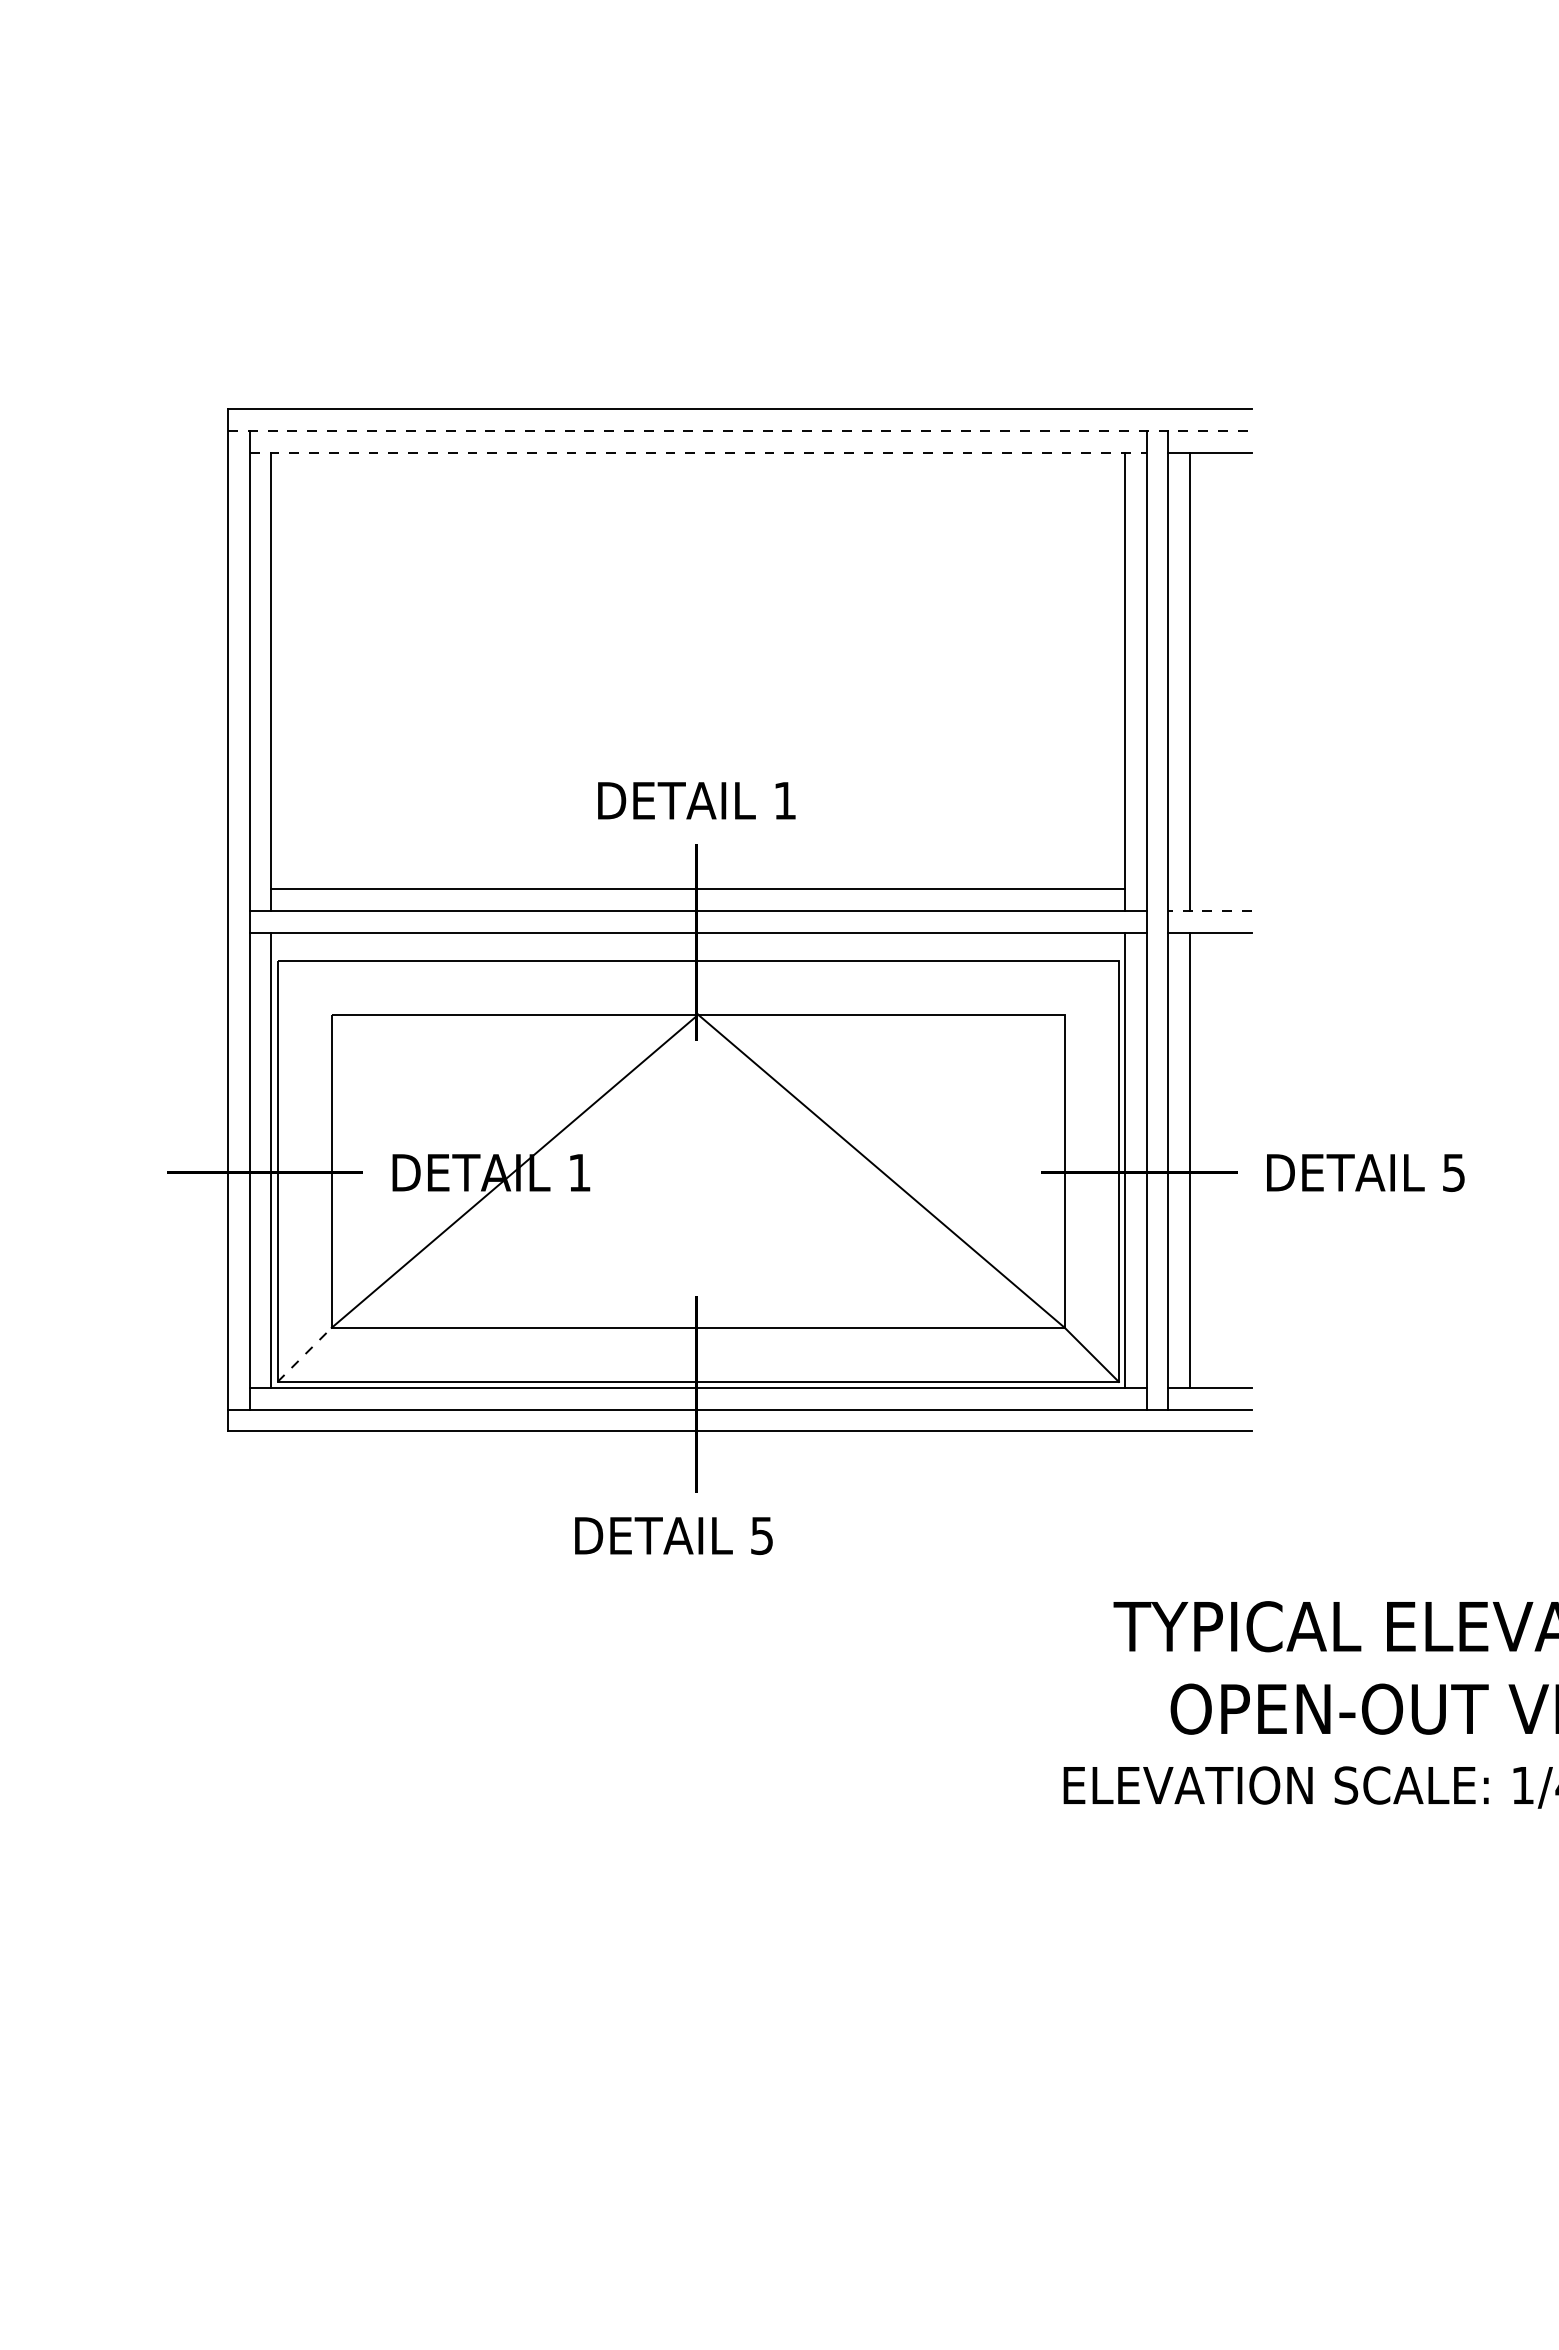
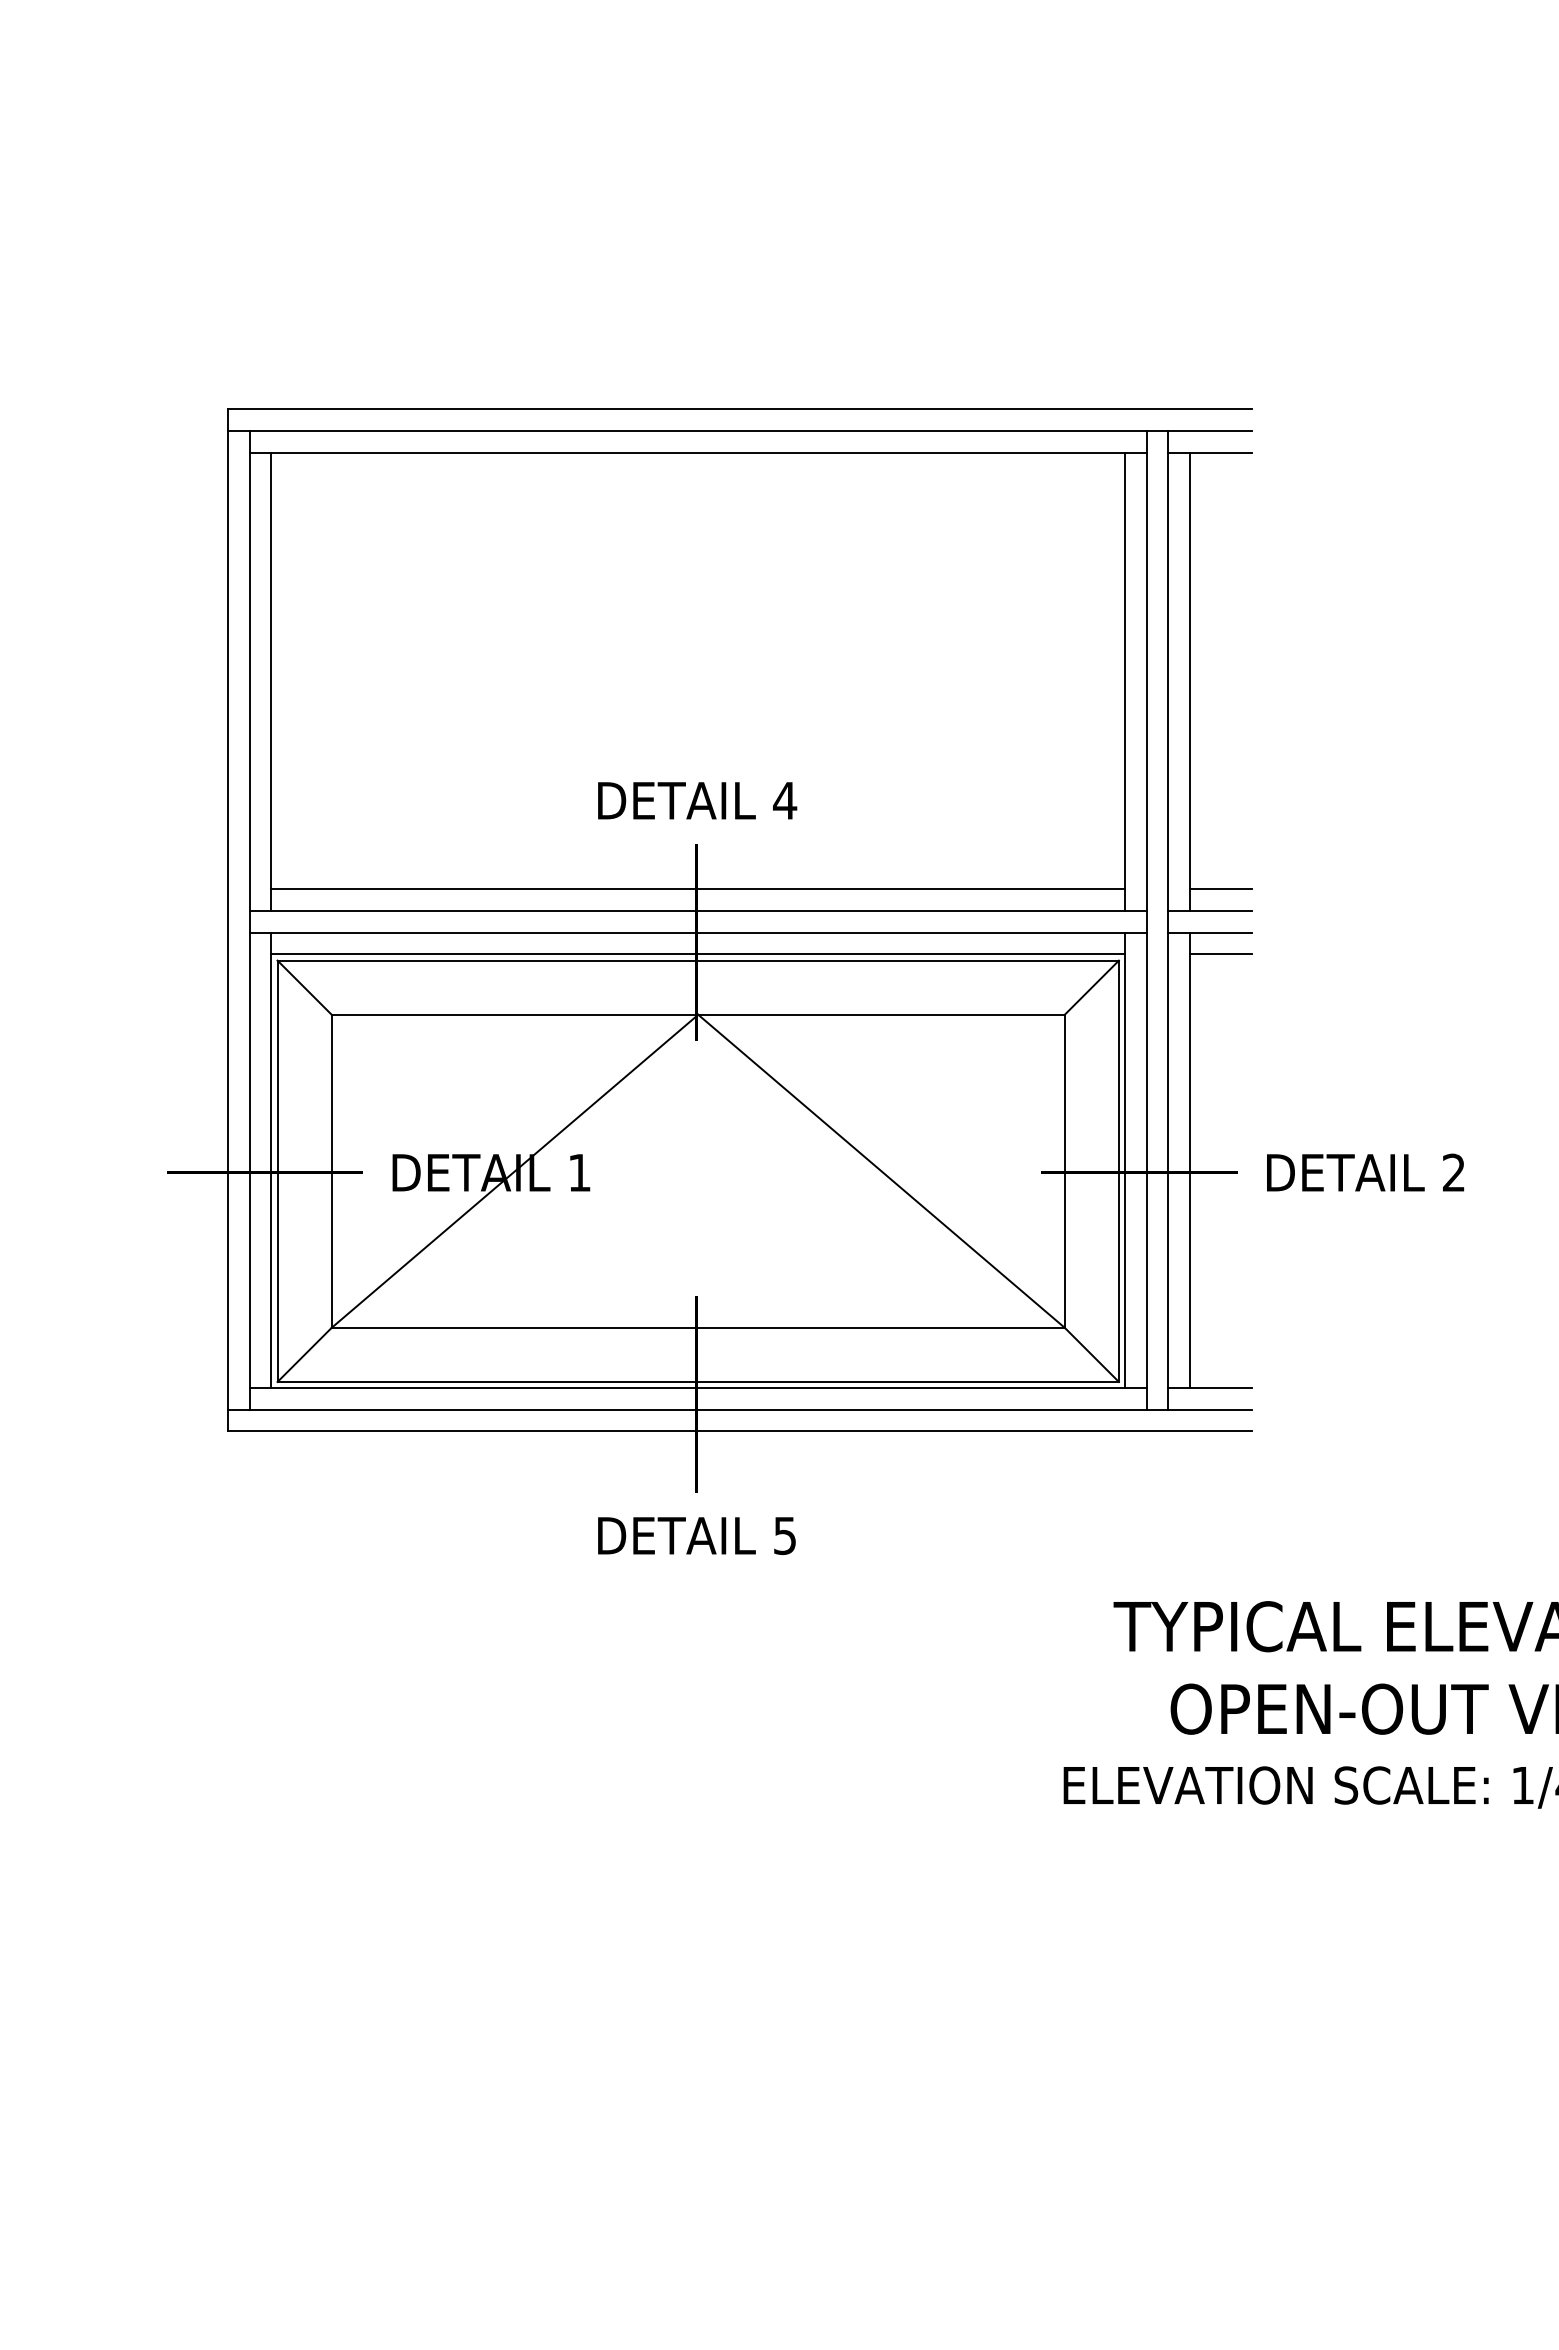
line at (740, 431): dashed -> solid
line at (698, 452): dashed -> solid
text at (785, 800): 1 -> 4
line at (1220, 889): none -> present
line at (1210, 911): dashed -> solid
line at (698, 954): none -> present
line at (1220, 954): none -> present
line at (304, 987): none -> present
line at (1091, 987): none -> present
text at (1453, 1172): 5 -> 2
line at (304, 1354): dashed -> solid
text at (673, 1535) position: (673, 1535) -> (696, 1535)
